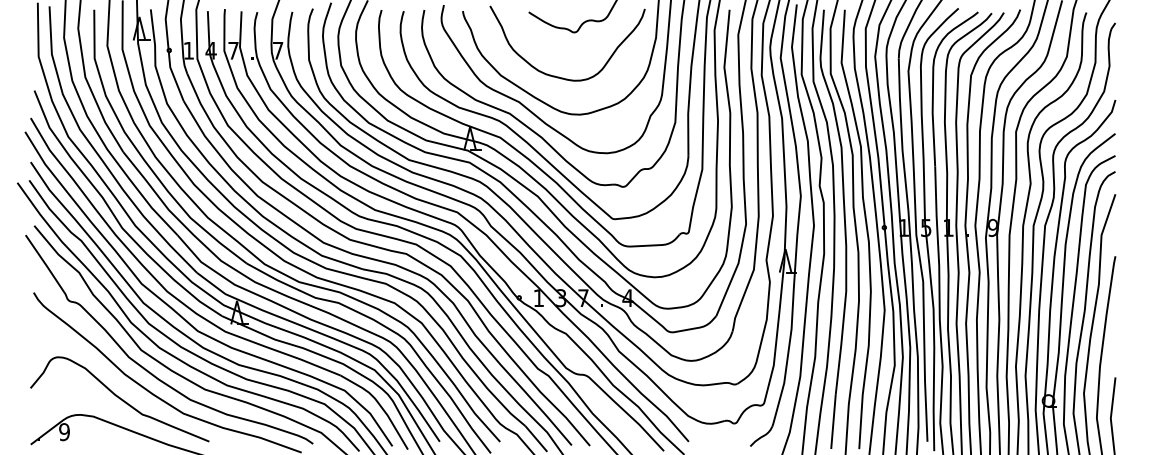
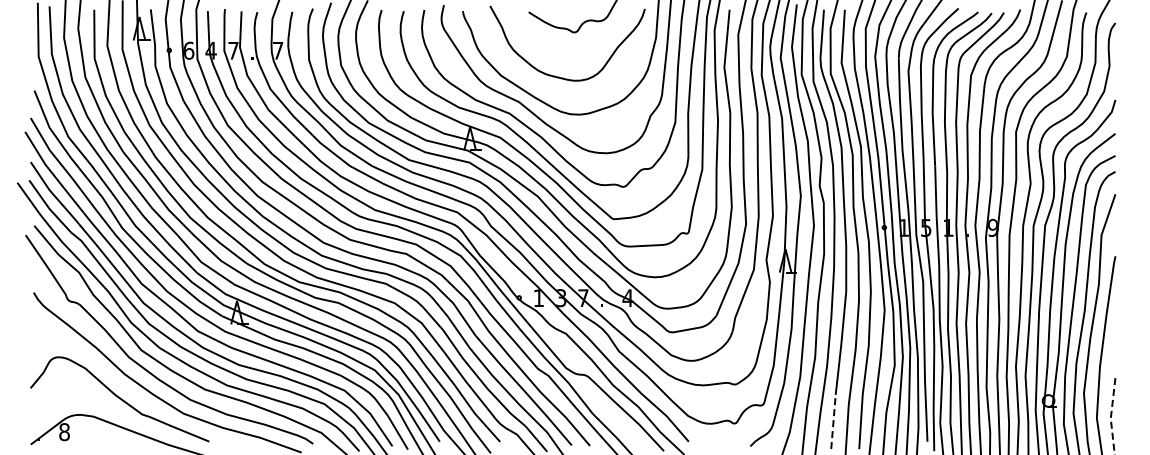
text at (189, 50): 1 -> 6
line at (1111, 416): solid -> dashed
line at (833, 421): solid -> dashed
text at (64, 432): 9 -> 8
